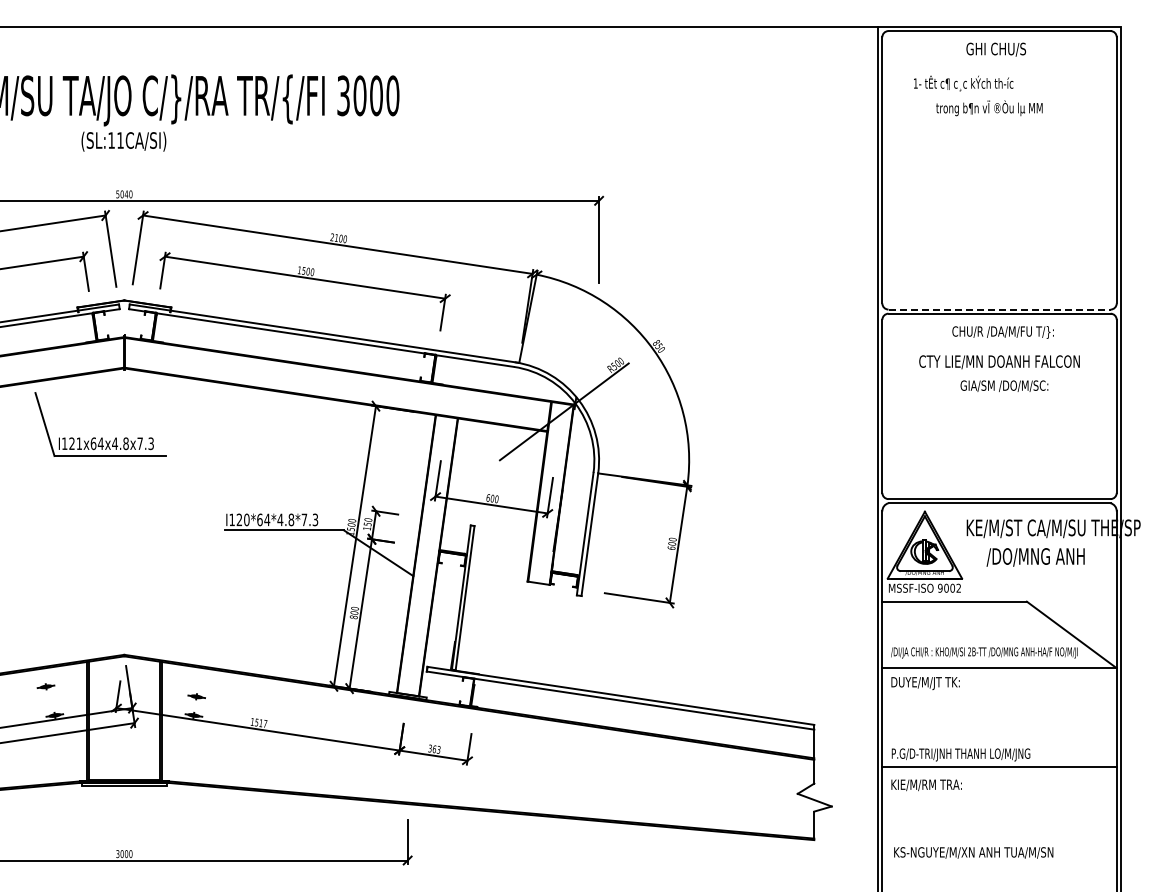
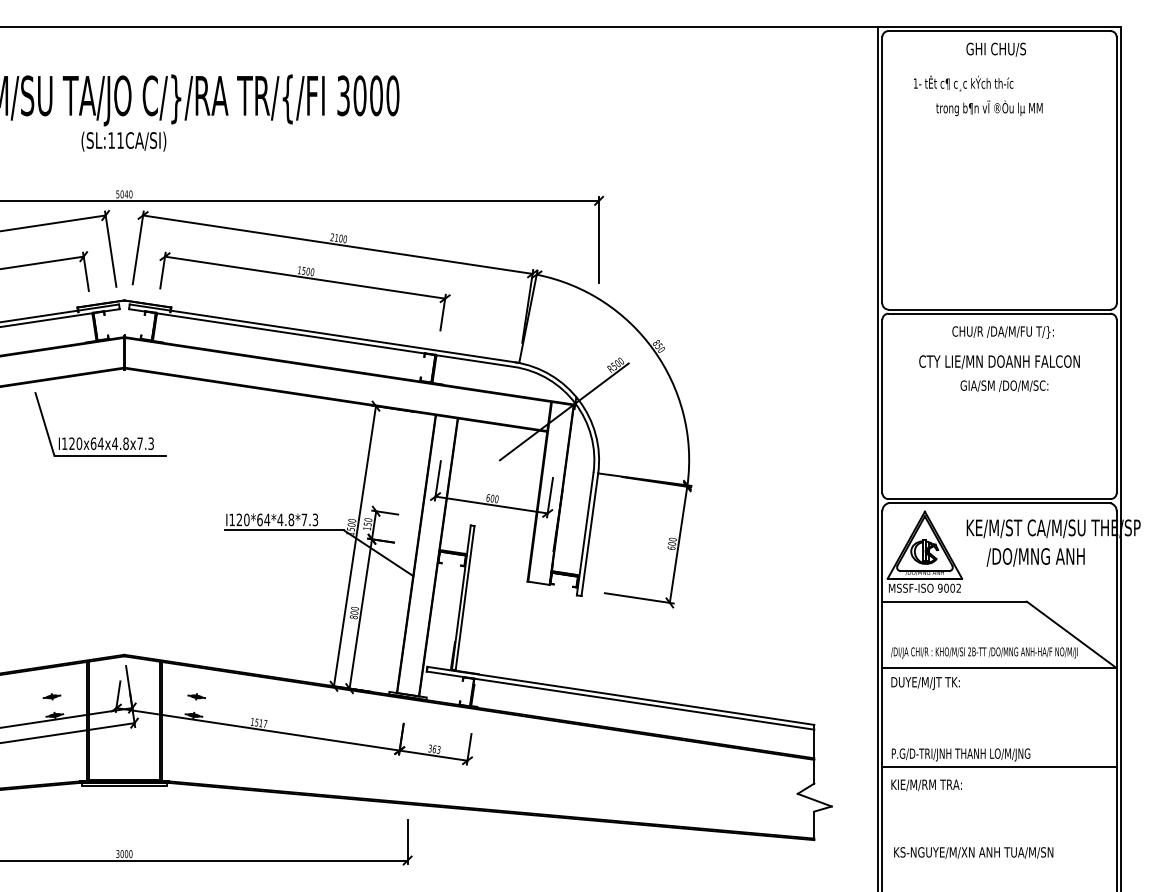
line at (1000, 309): dashed -> solid
text at (79, 443): I121x64x4.8x7.3 -> I120x64x4.8x7.3
part at (45, 686) position: (45, 686) -> (51, 696)
